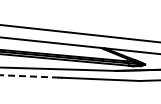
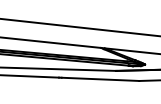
line at (79, 33) position: (79, 33) -> (79, 27)
line at (29, 76): dashed -> solid
